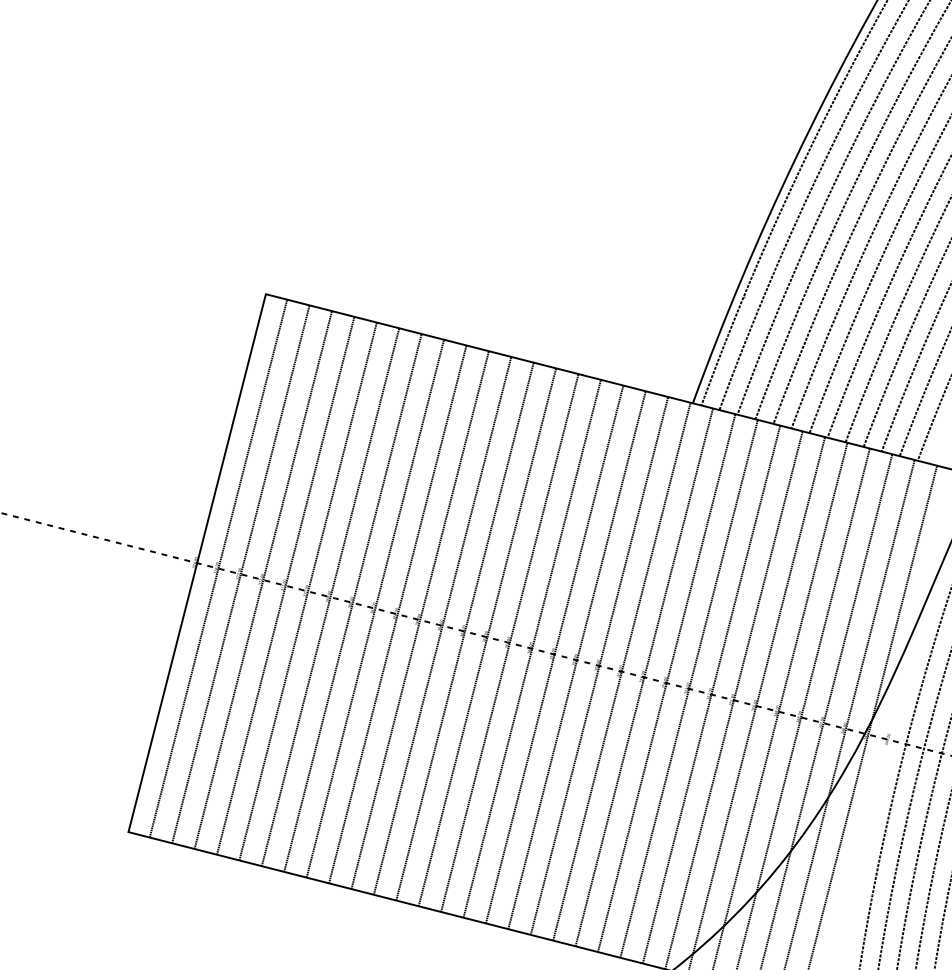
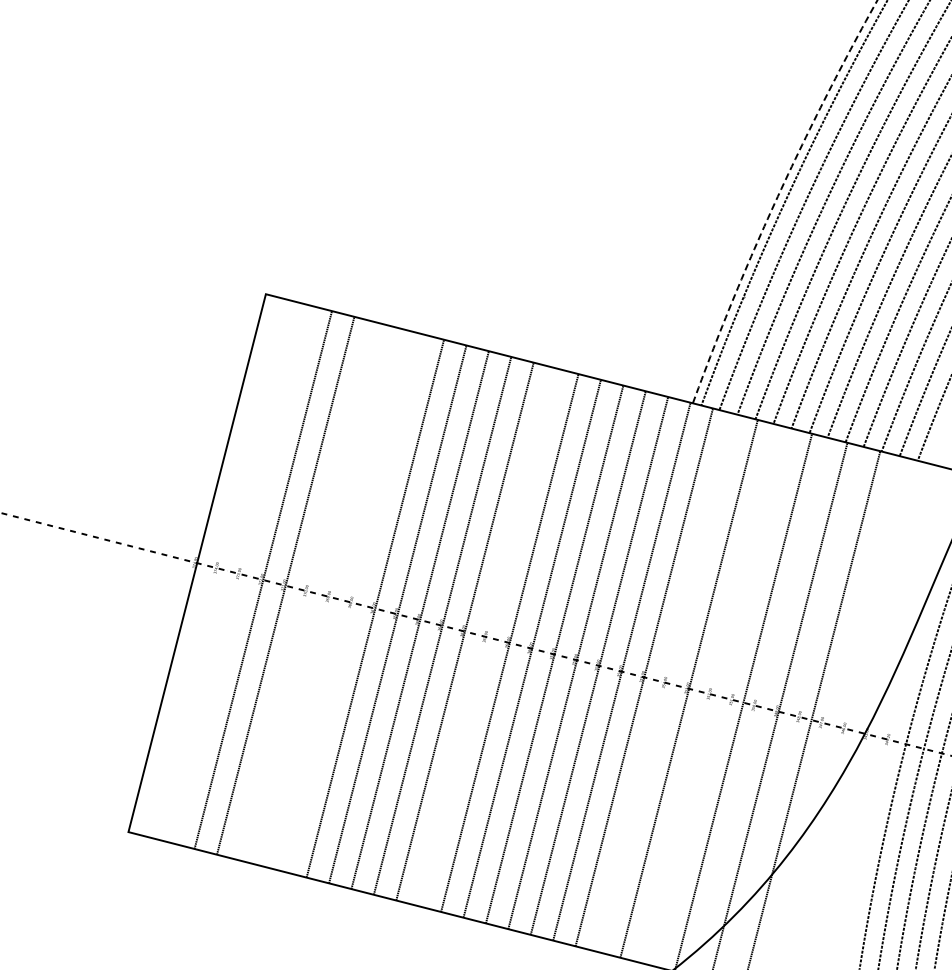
line at (777, 198): solid -> dashed
line at (218, 568): present -> none
line at (240, 574): present -> none
line at (307, 591): present -> none
line at (330, 597): present -> none
line at (352, 602): present -> none
line at (487, 637): present -> none
line at (666, 683): present -> none
line at (711, 694): present -> none
line at (733, 698): present -> none
line at (757, 701) position: (757, 701) -> (744, 700)
line at (803, 707): present -> none
line at (826, 710) position: (826, 710) -> (814, 708)
line at (849, 712): present -> none
line at (873, 715): present -> none
